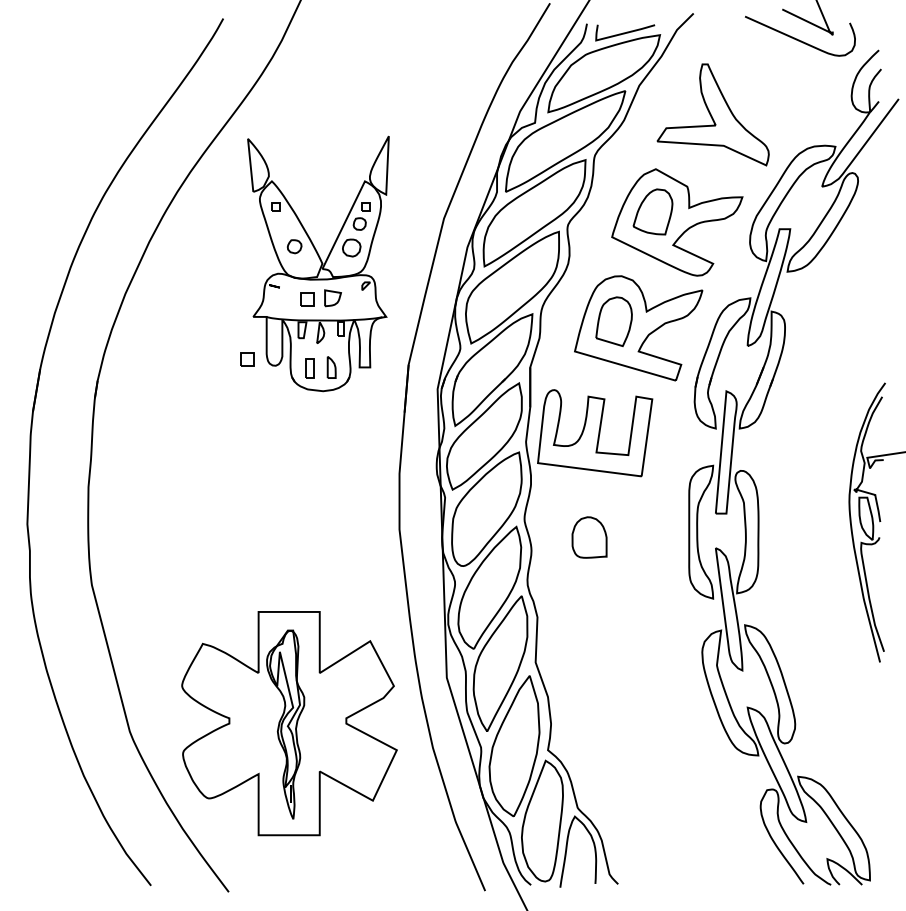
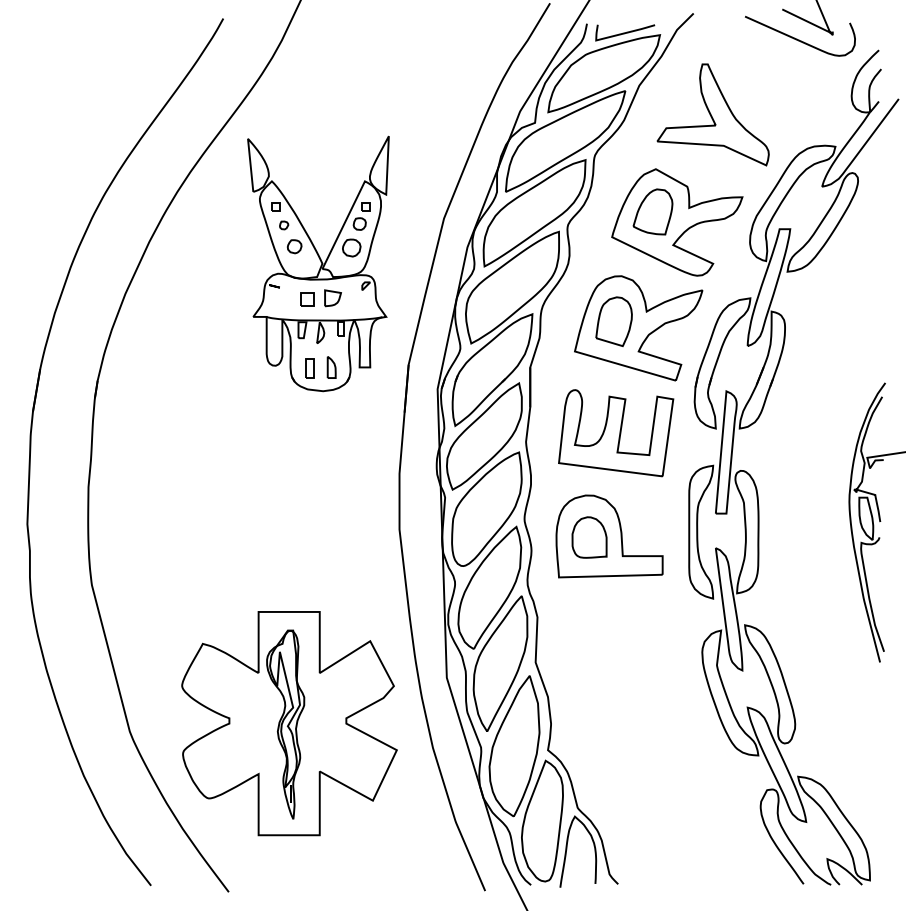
part at (284, 225): none -> present
part at (247, 359): present -> none
part at (595, 433) position: (595, 433) -> (616, 433)
part at (609, 536): none -> present
